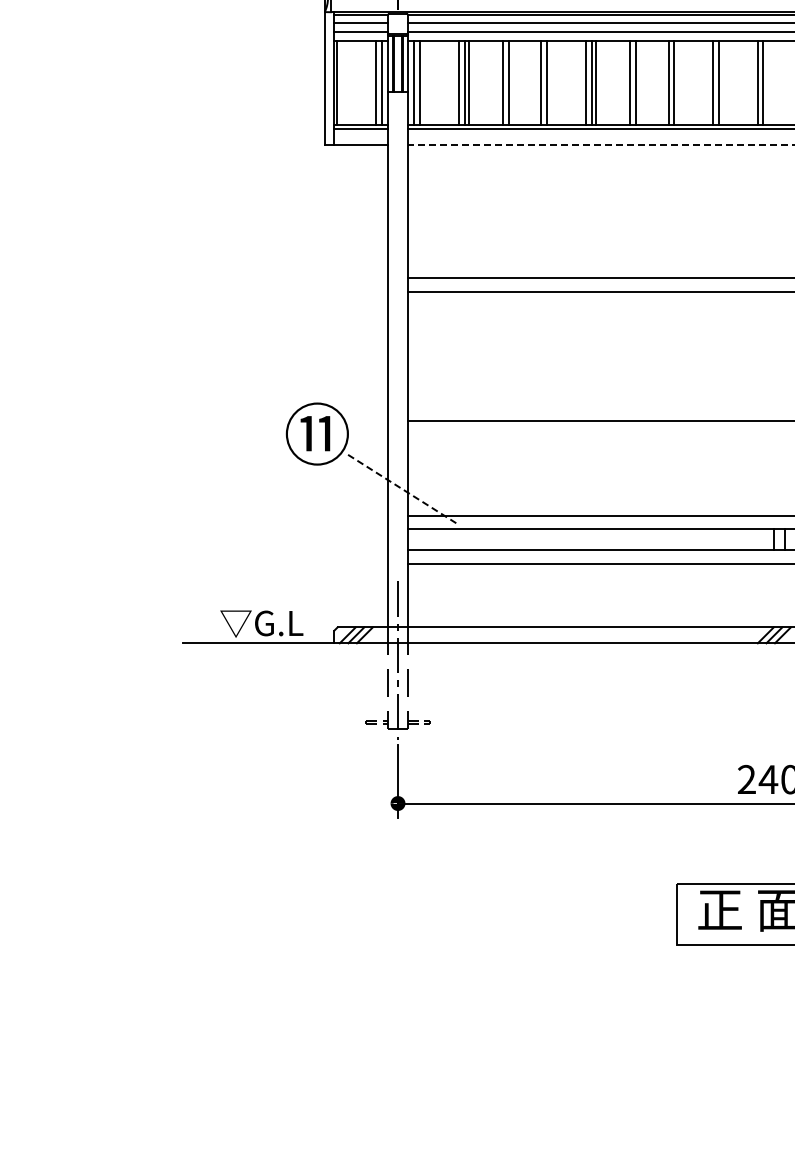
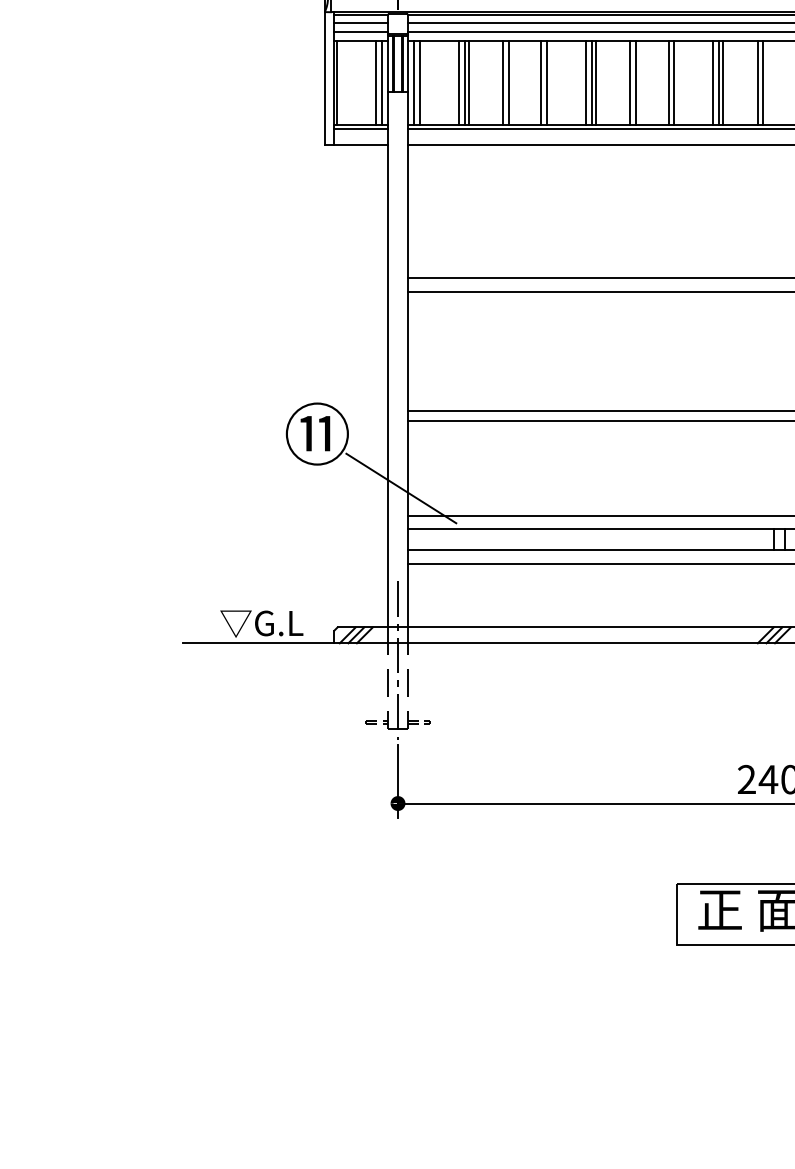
line at (723, 82): none -> present
line at (600, 145): dashed -> solid
line at (599, 411): none -> present
line at (401, 488): dashed -> solid
